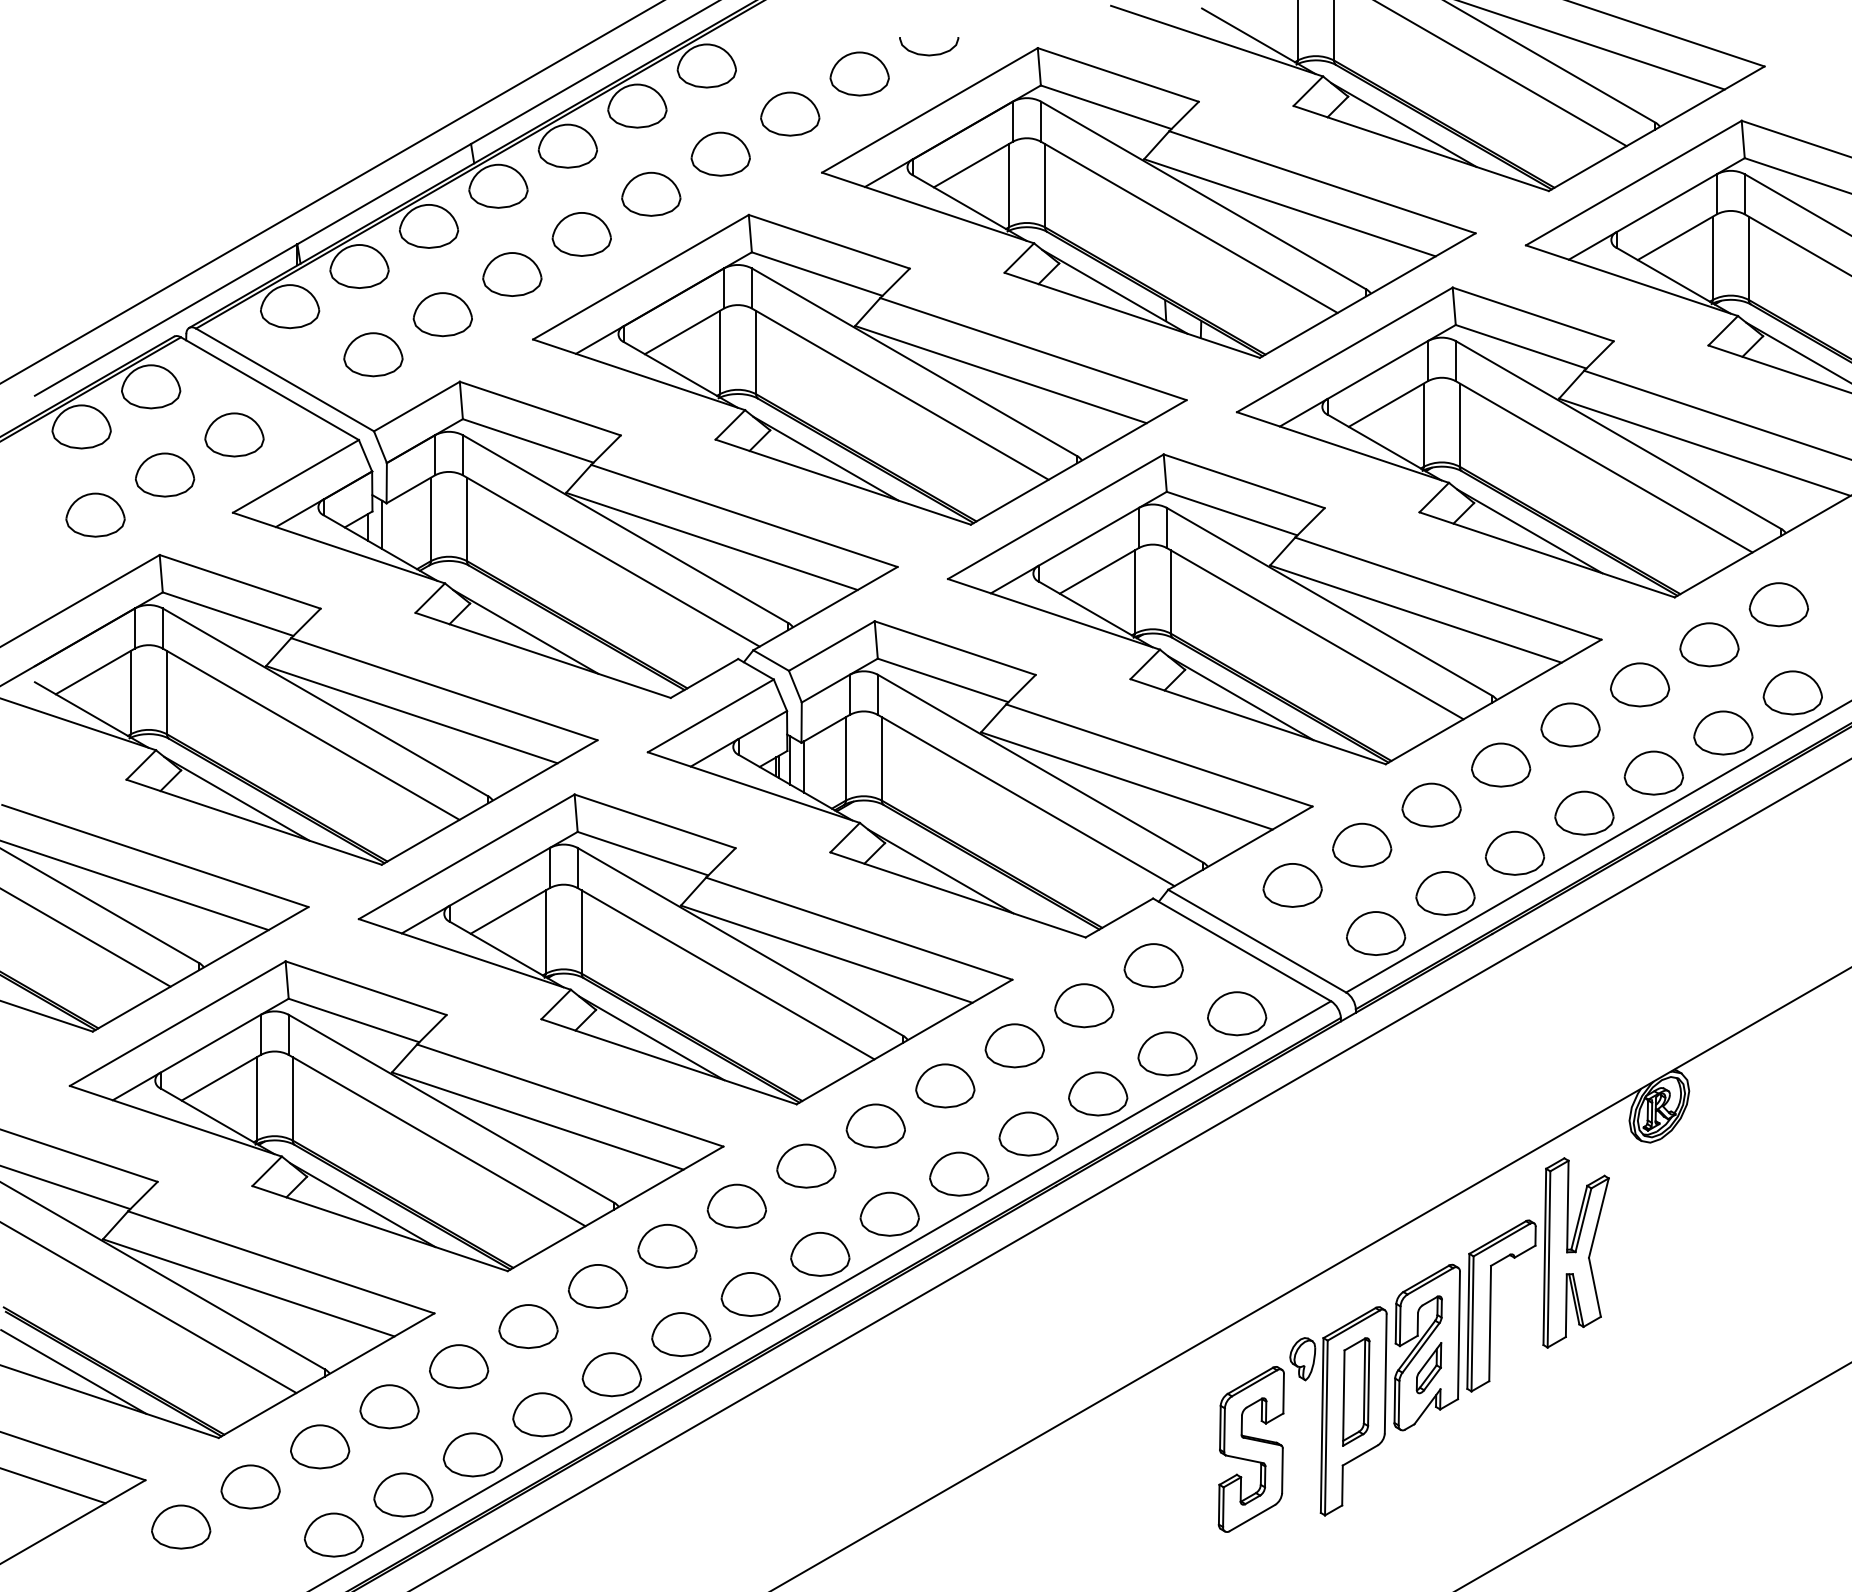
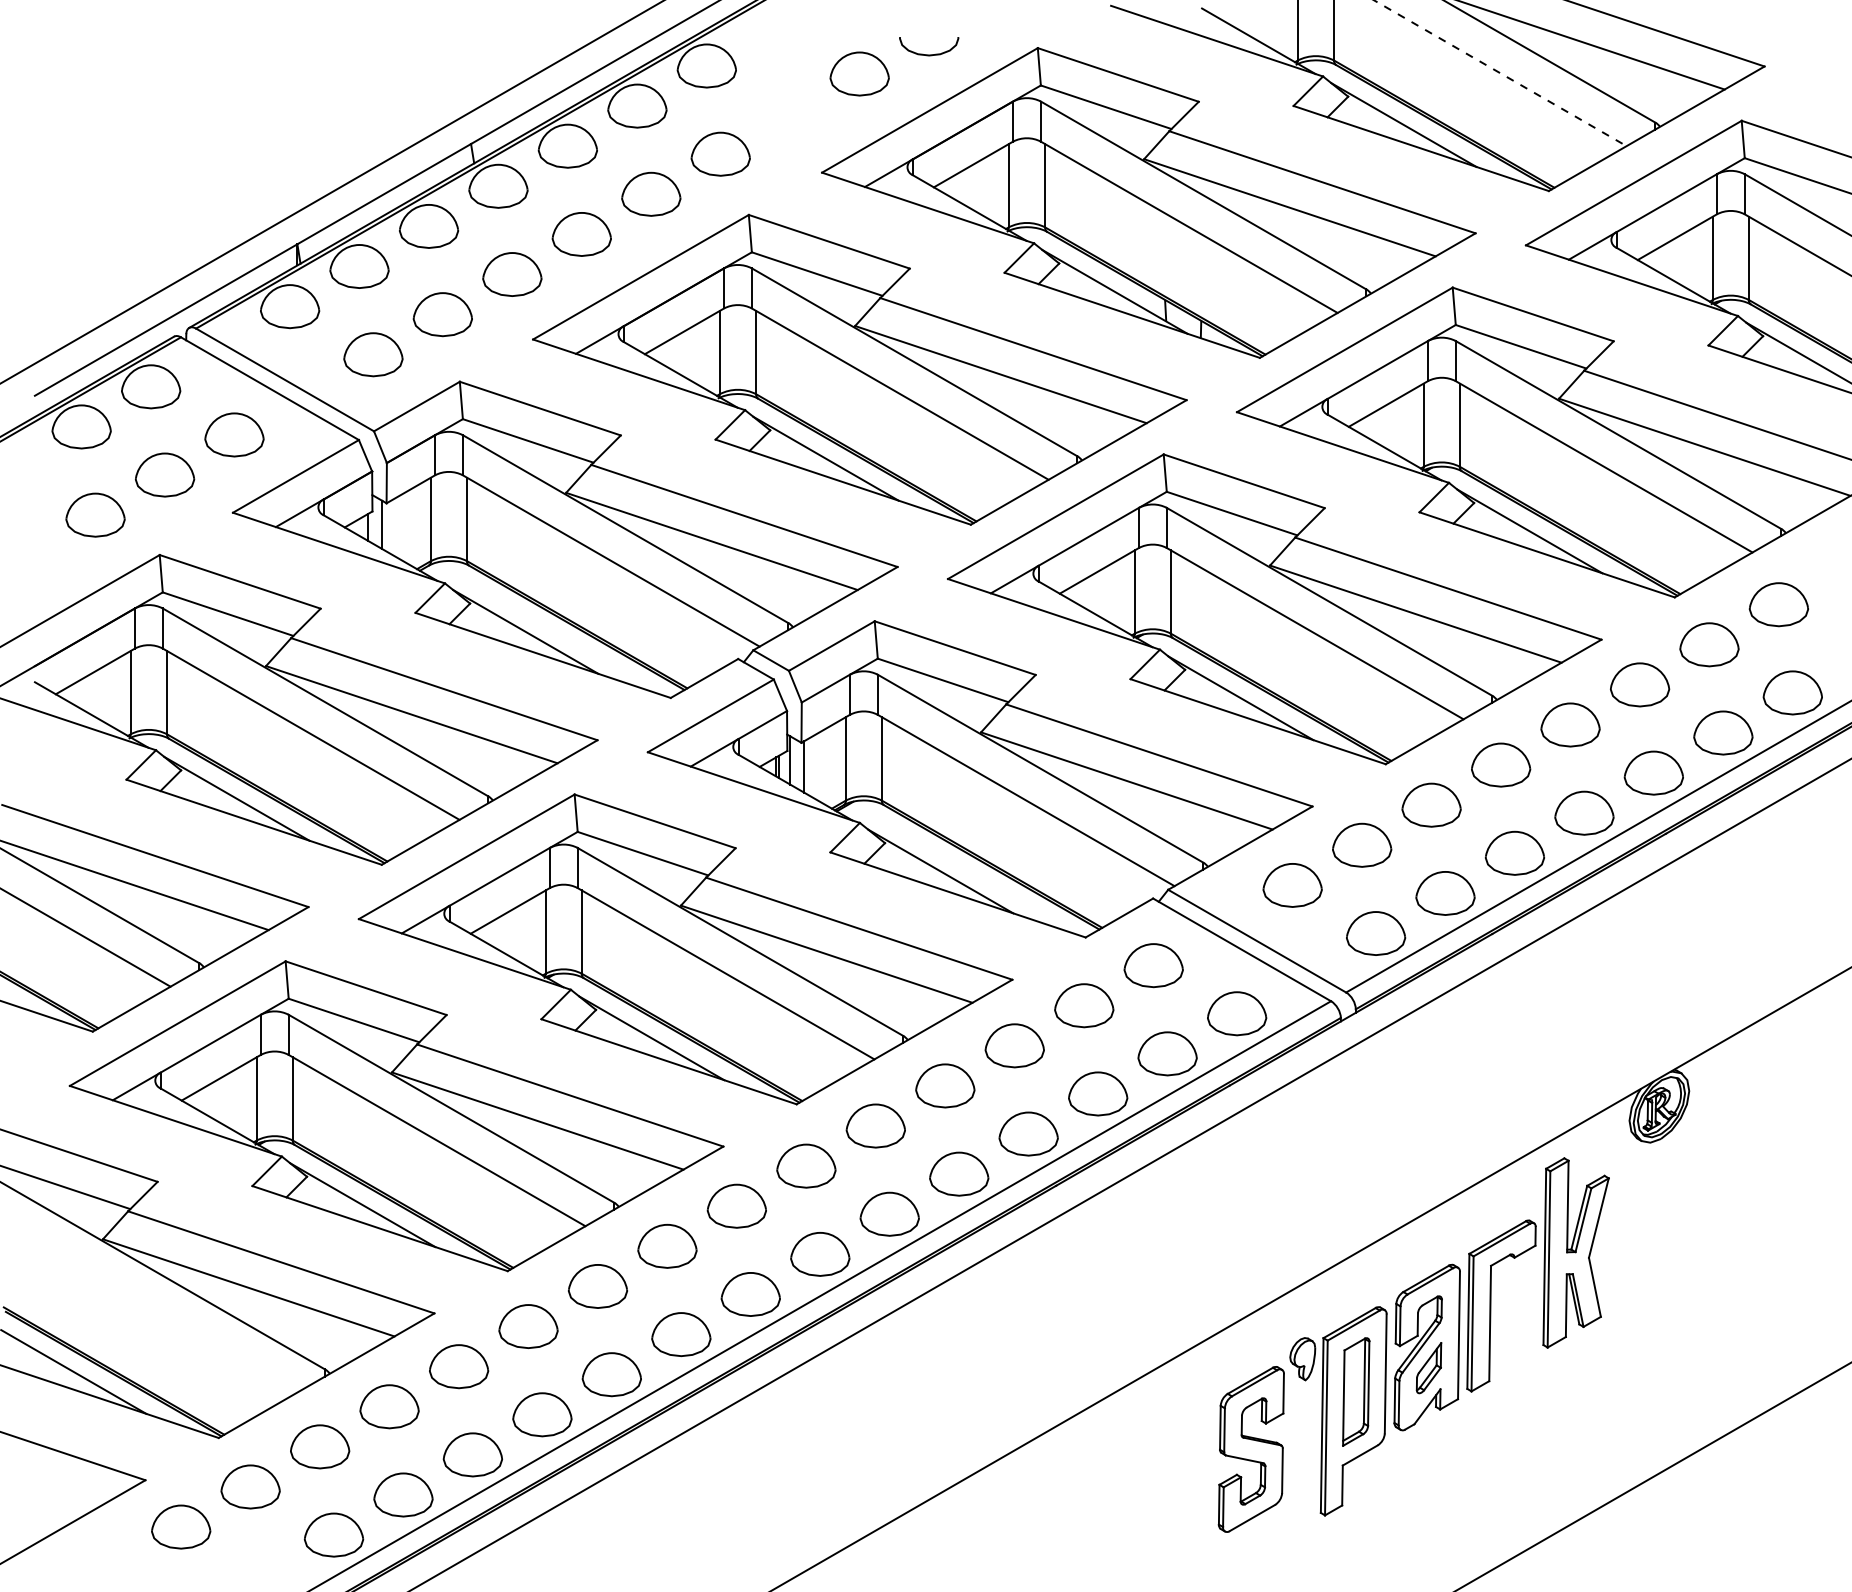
line at (1500, 73): solid -> dashed
part at (790, 113): present -> none
line at (149, 1308): present -> none
line at (53, 1485): present -> none
